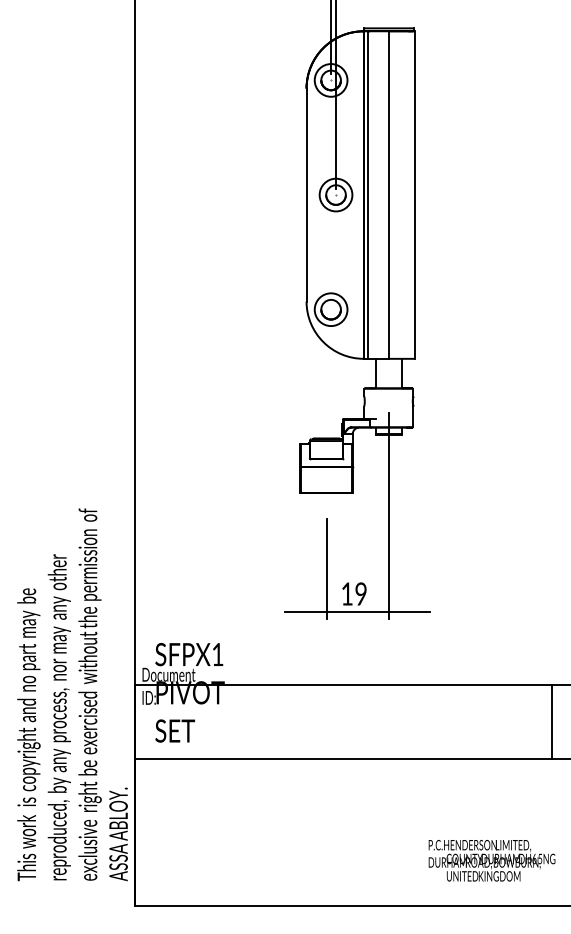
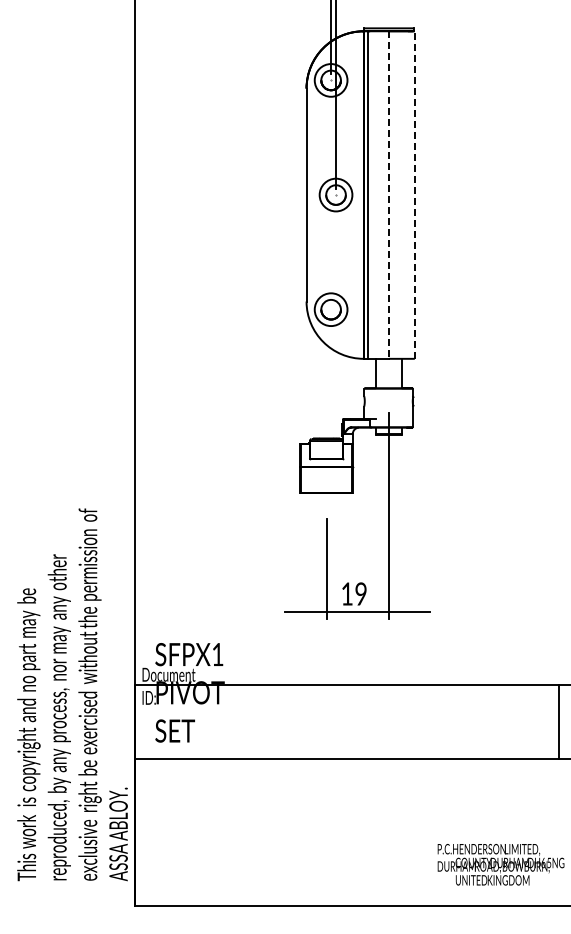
line at (388, 195): solid -> dashed
line at (414, 195): solid -> dashed
line at (552, 721) position: (552, 721) -> (559, 721)
text at (491, 860) position: (491, 860) -> (500, 864)
